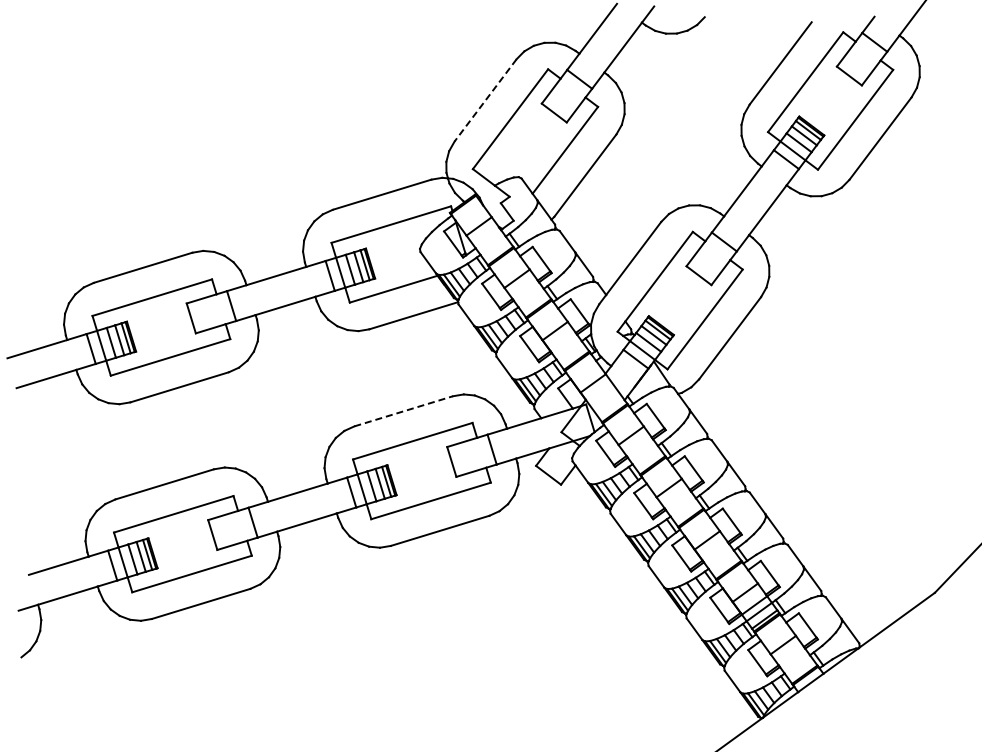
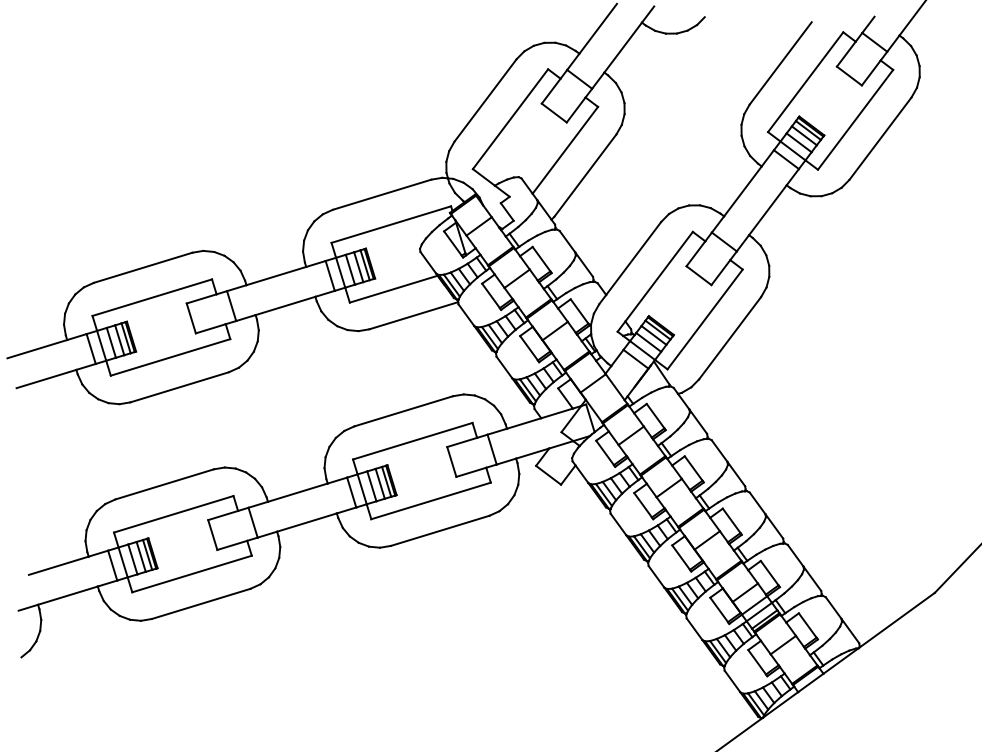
line at (485, 100): dashed -> solid
line at (403, 411): dashed -> solid
